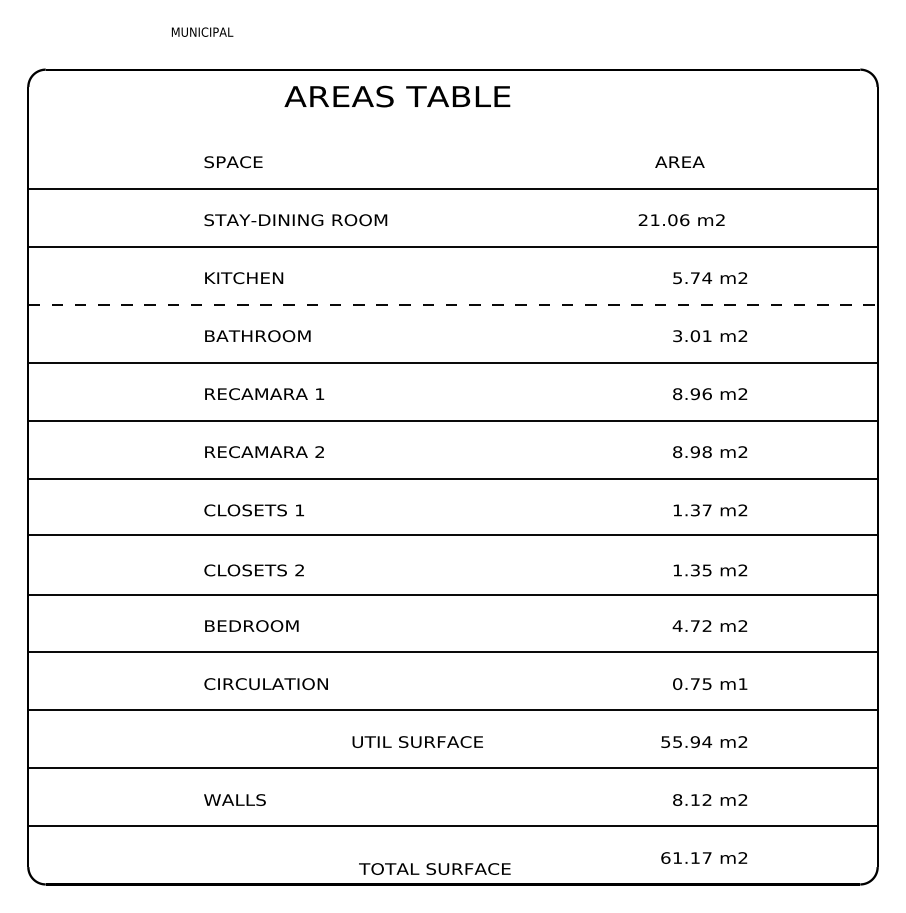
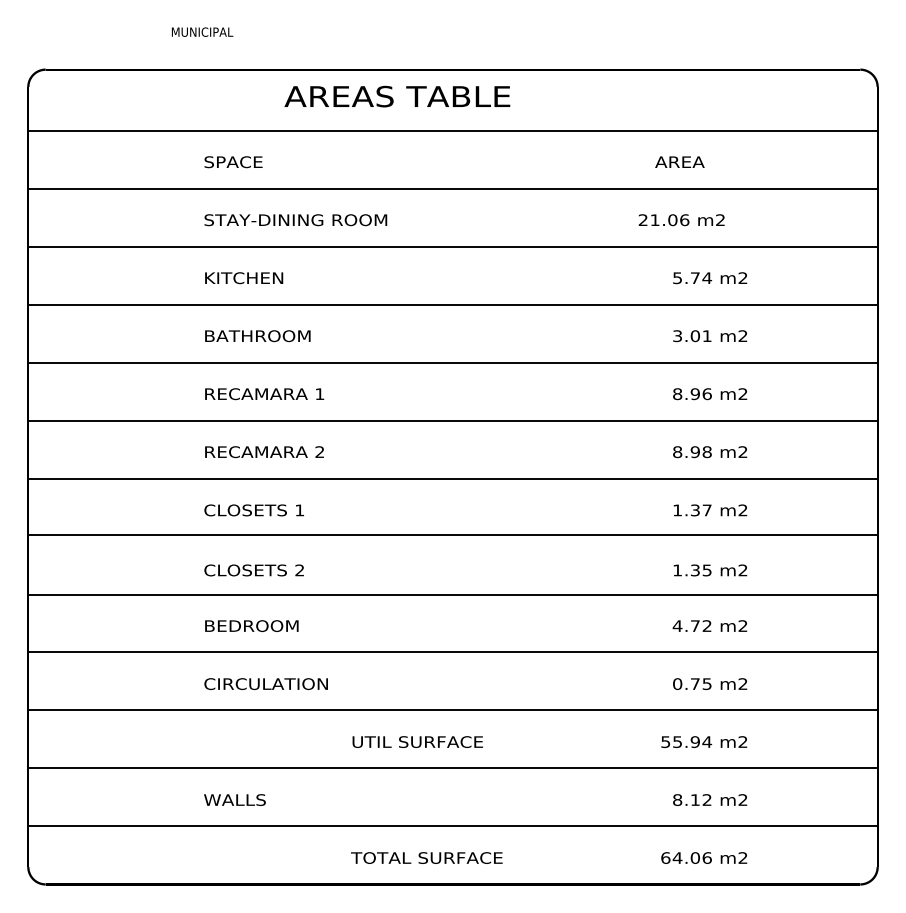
line at (452, 130): none -> present
line at (453, 304): dashed -> solid
text at (742, 683): m1 -> m2
text at (691, 857): 61.17 -> 64.06
text at (434, 868) position: (434, 868) -> (426, 857)
